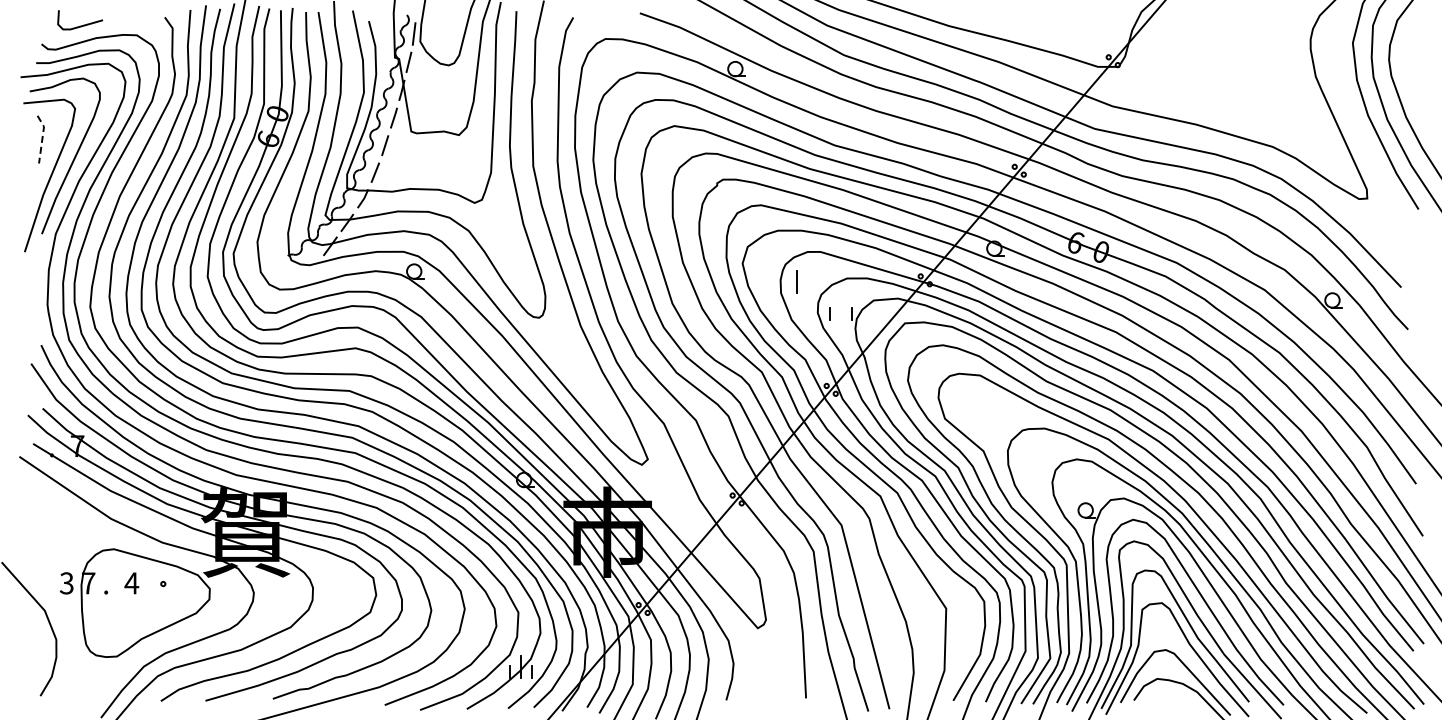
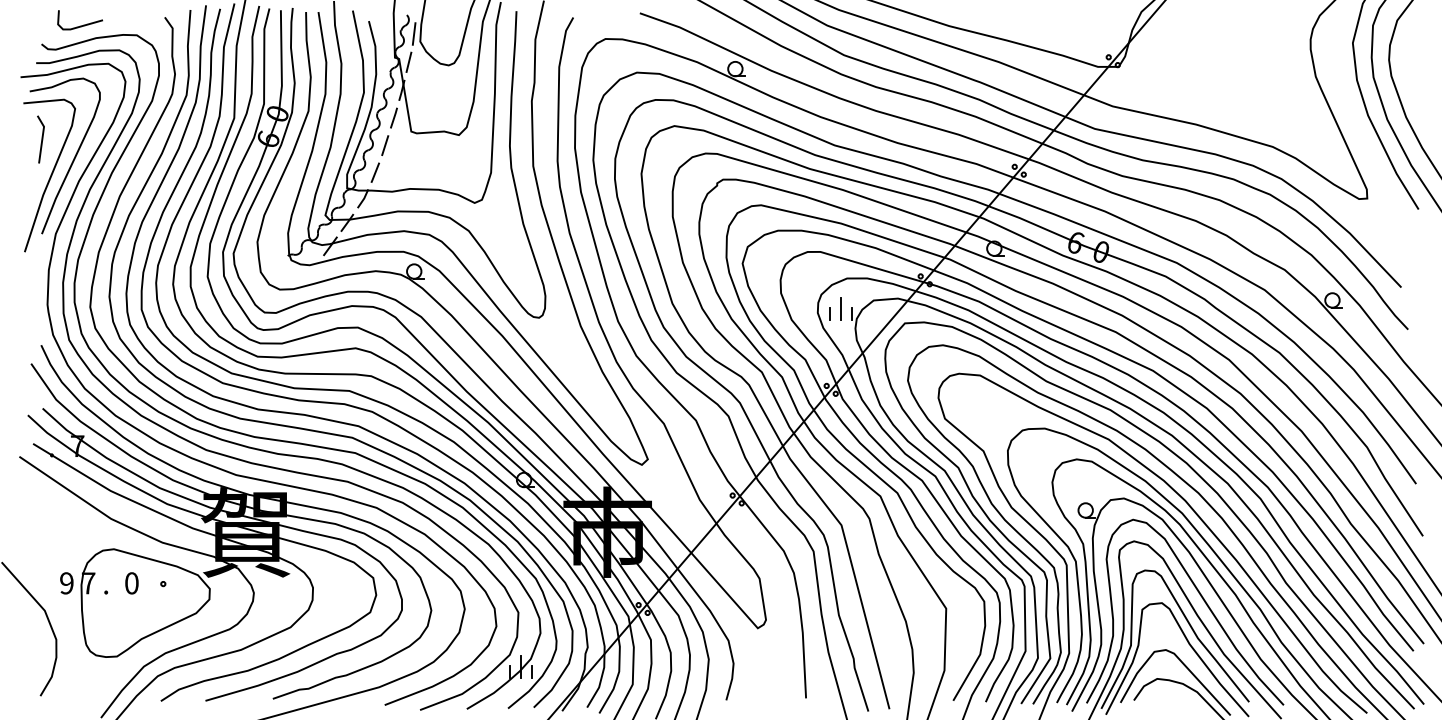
line at (42, 138): dashed -> solid
line at (796, 281) position: (796, 281) -> (840, 308)
text at (66, 583): 3 -> 9
text at (131, 583): 4 -> 0
